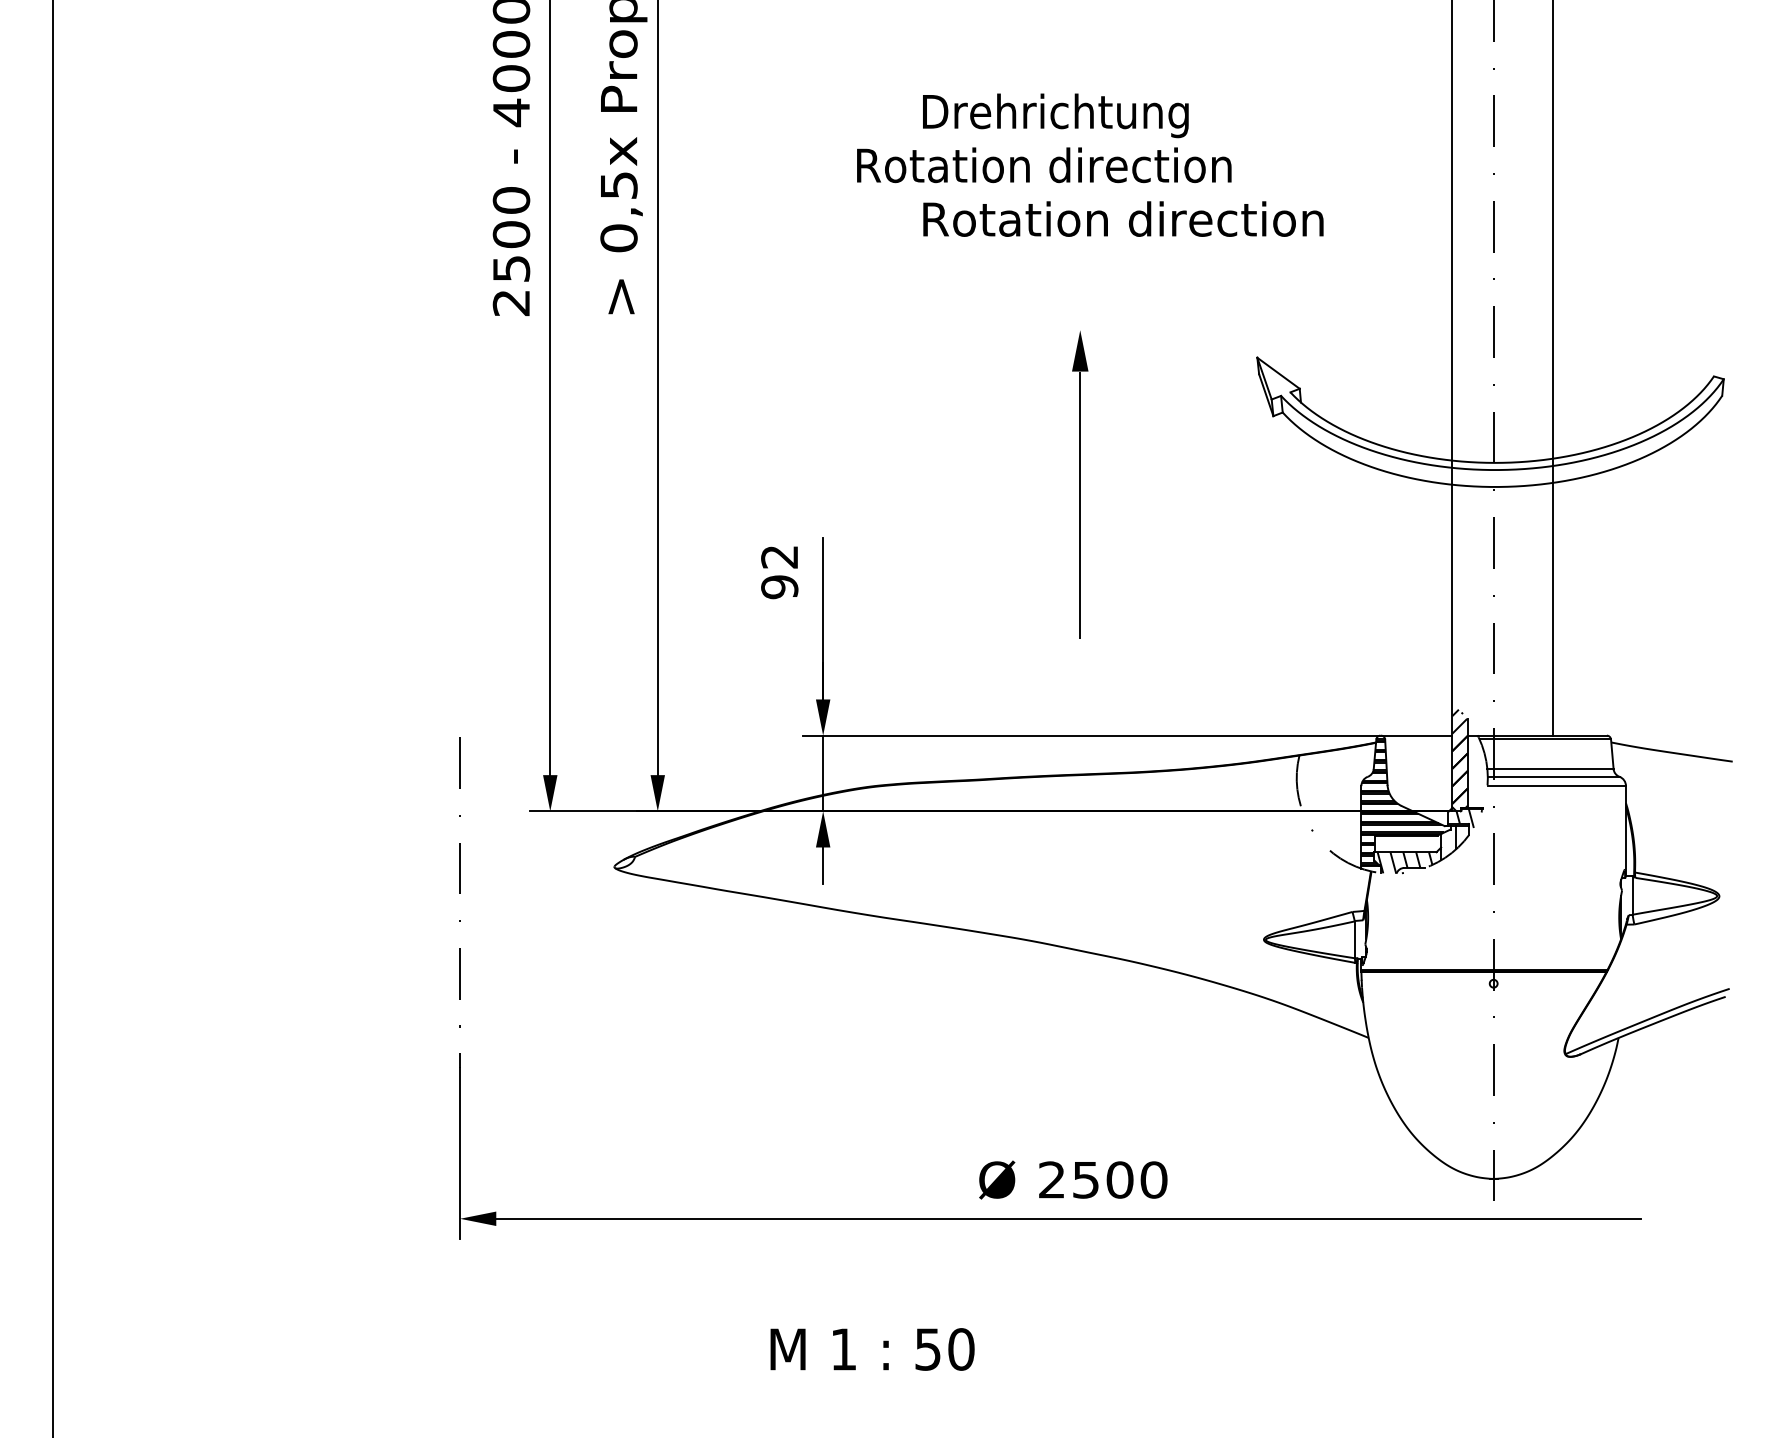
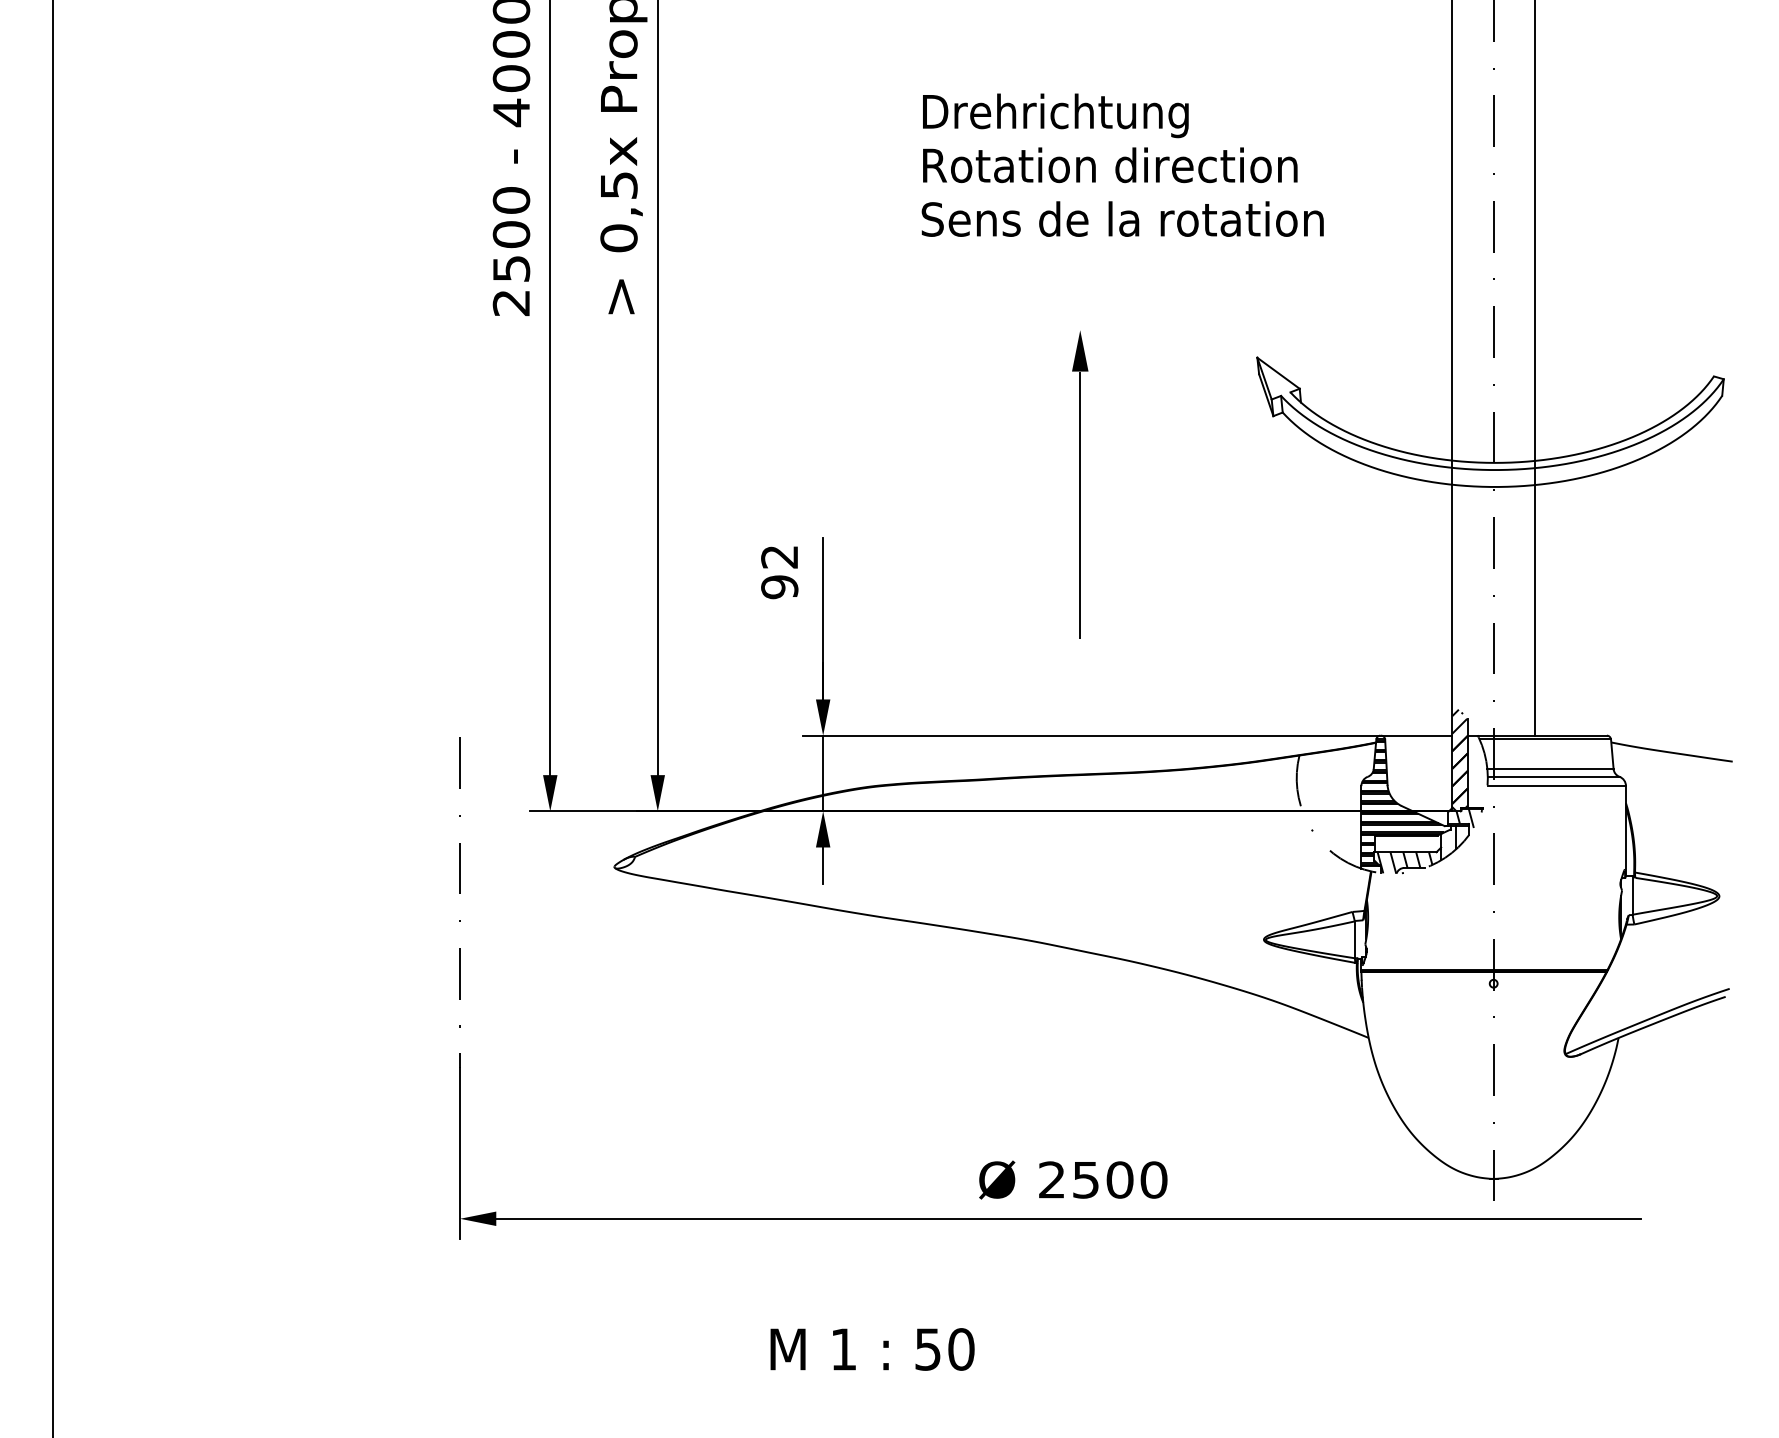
text at (1044, 165) position: (1044, 165) -> (1110, 165)
text at (1122, 218): Rotation direction -> Sens de la rotation
line at (1553, 368) position: (1553, 368) -> (1535, 368)
